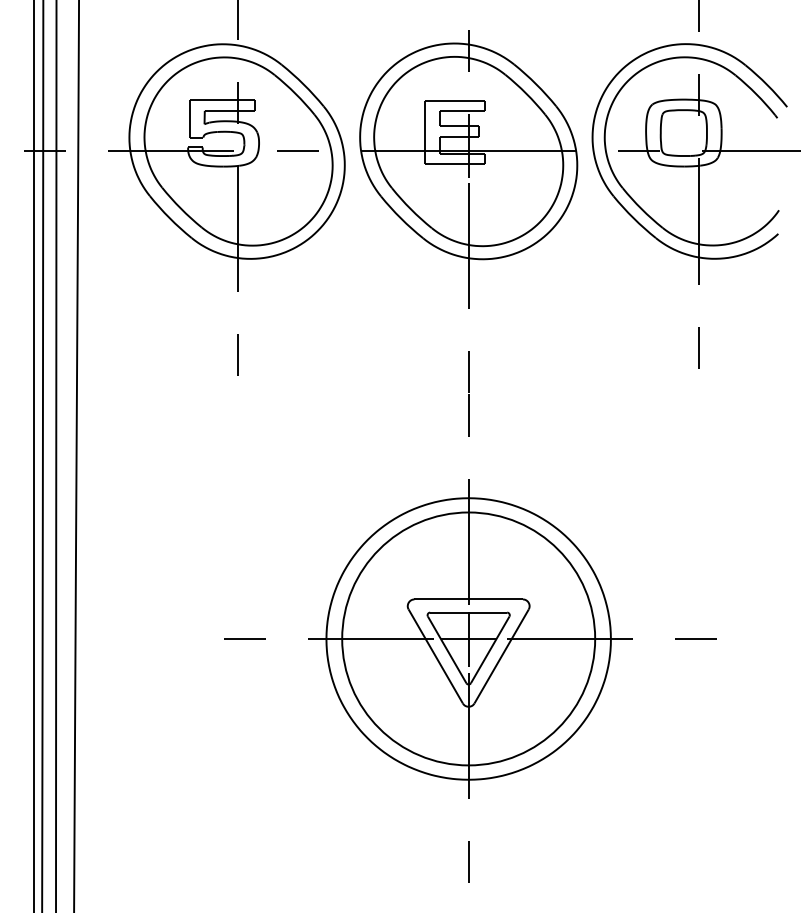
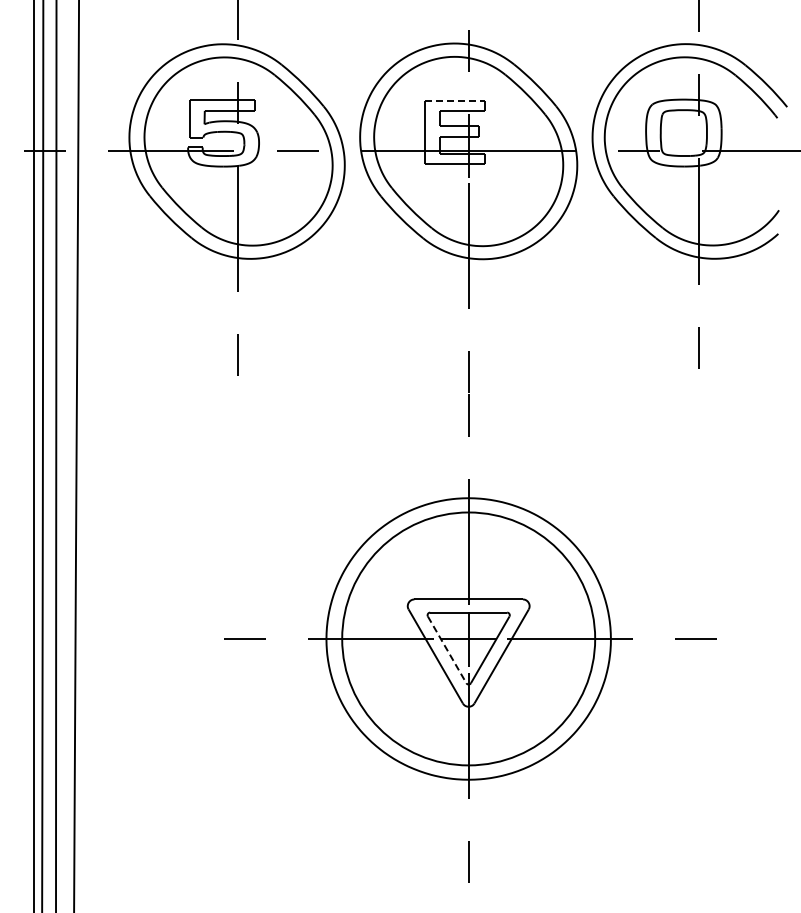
line at (455, 100): solid -> dashed
line at (447, 650): solid -> dashed
